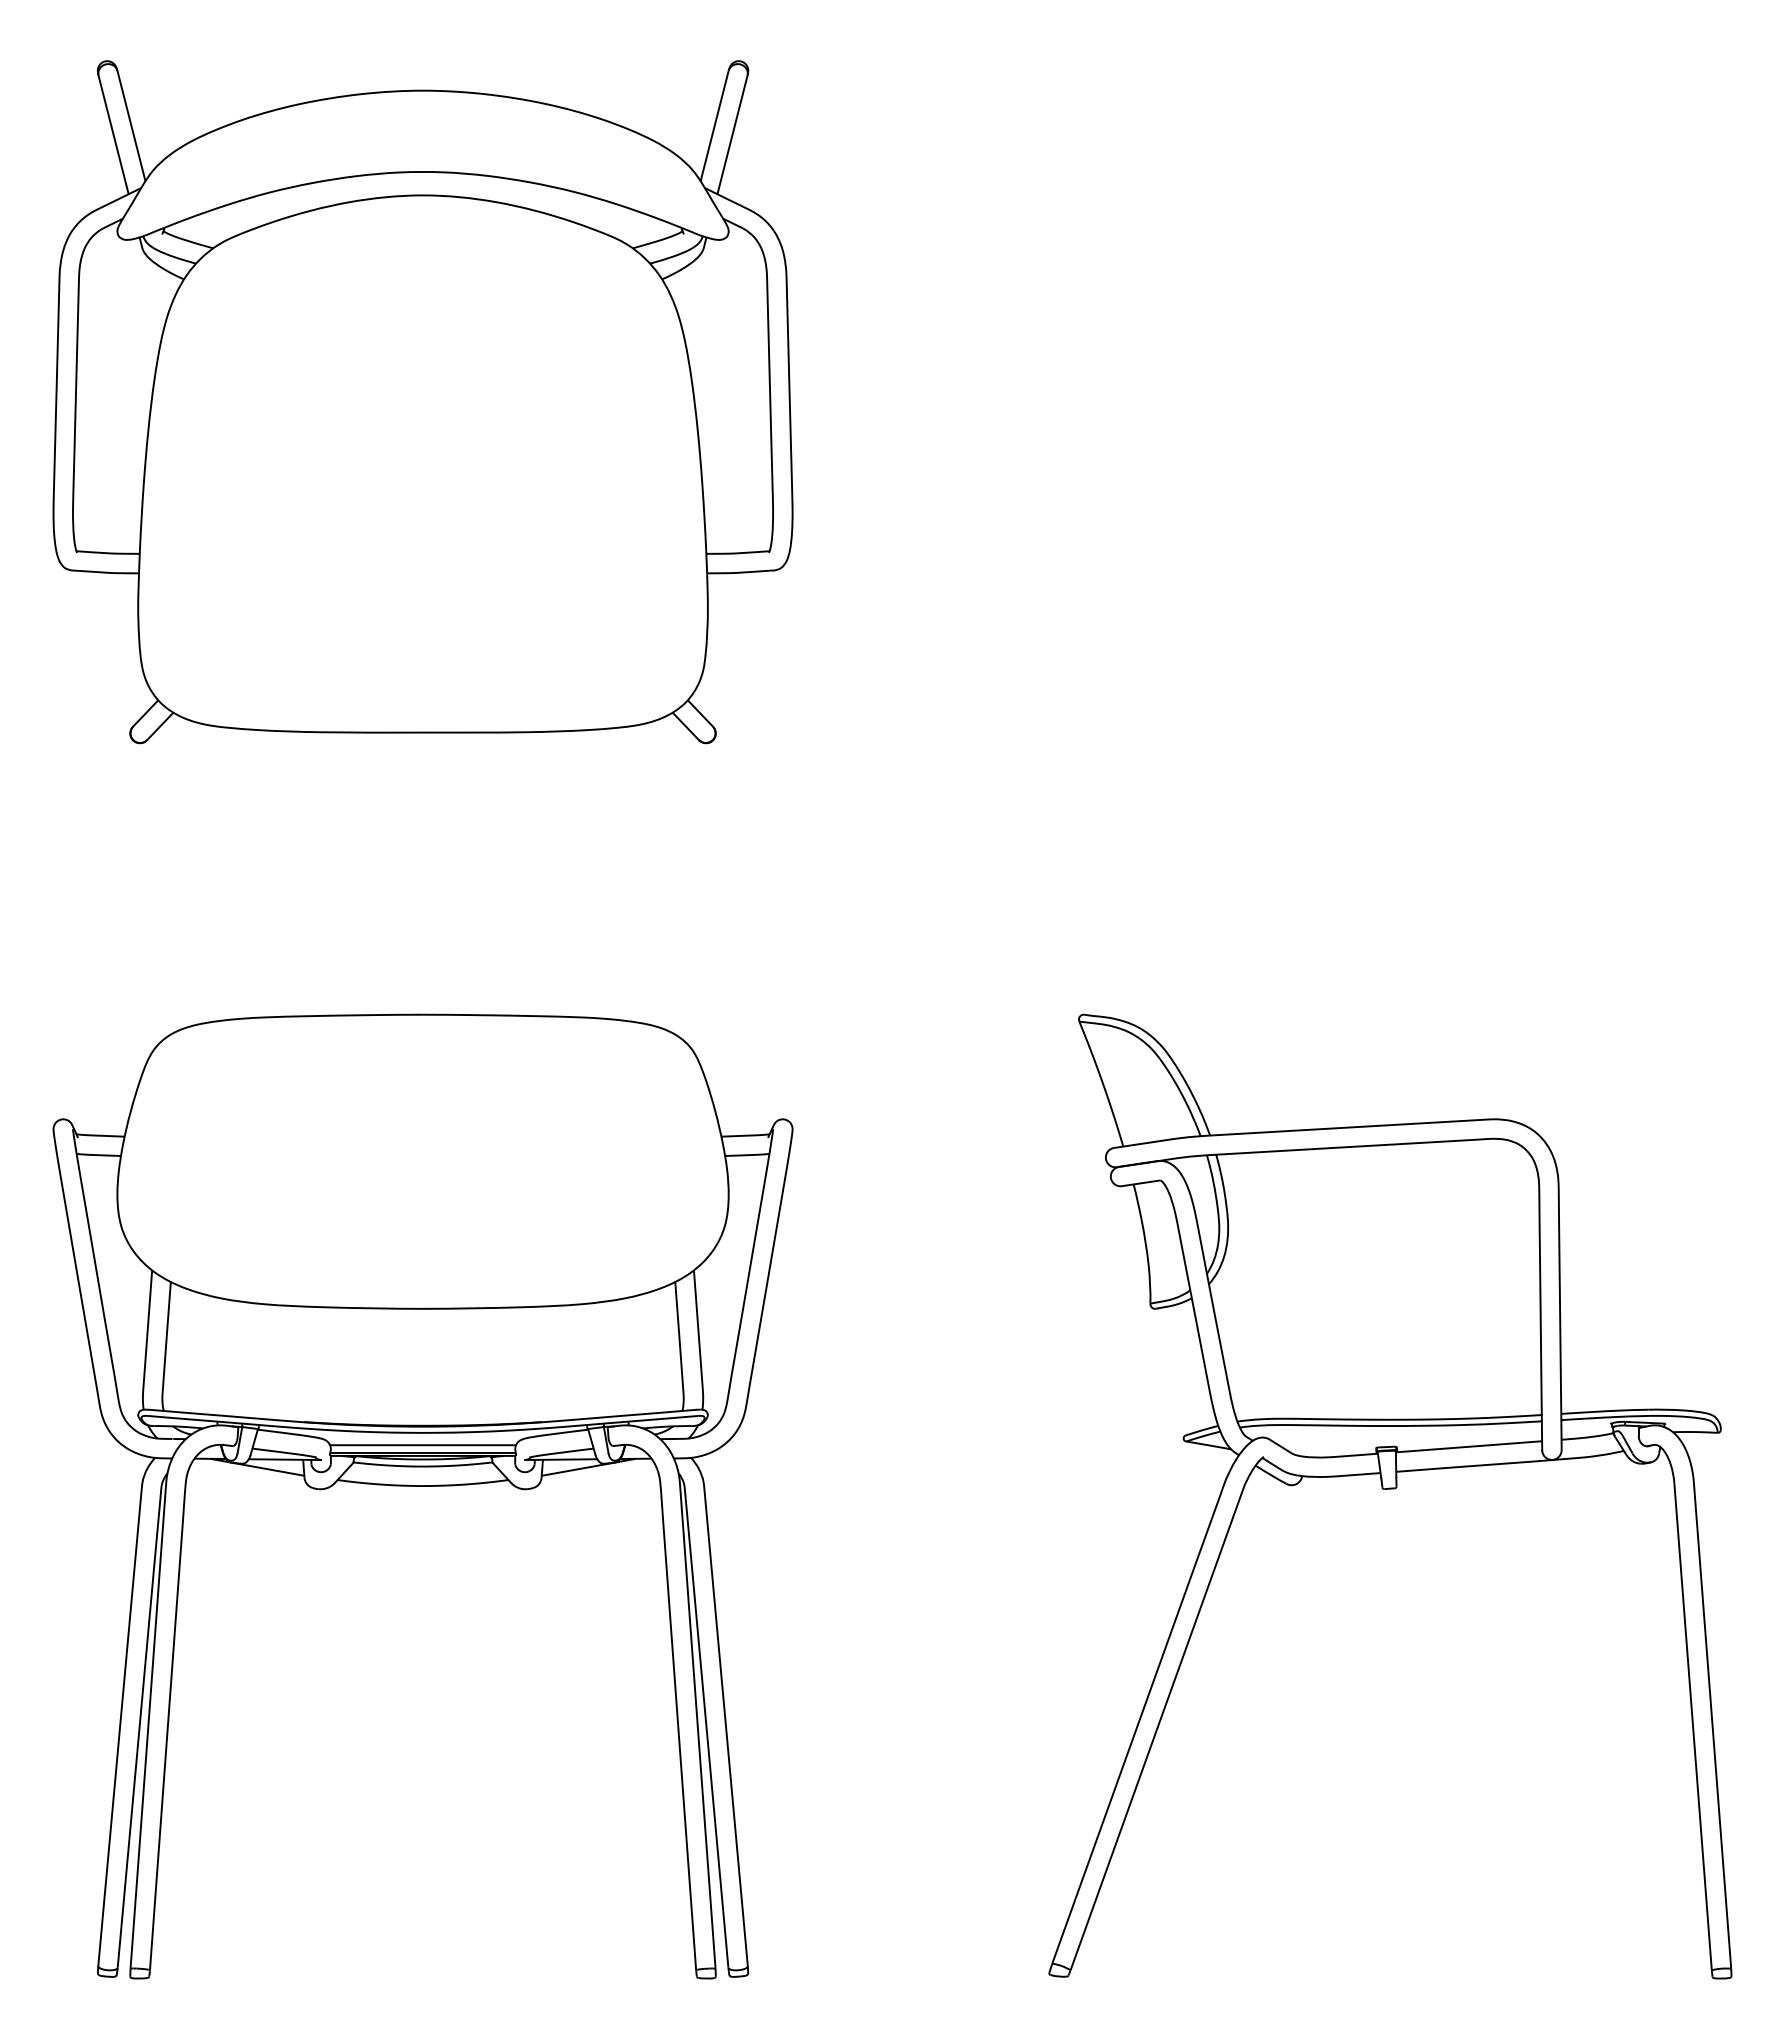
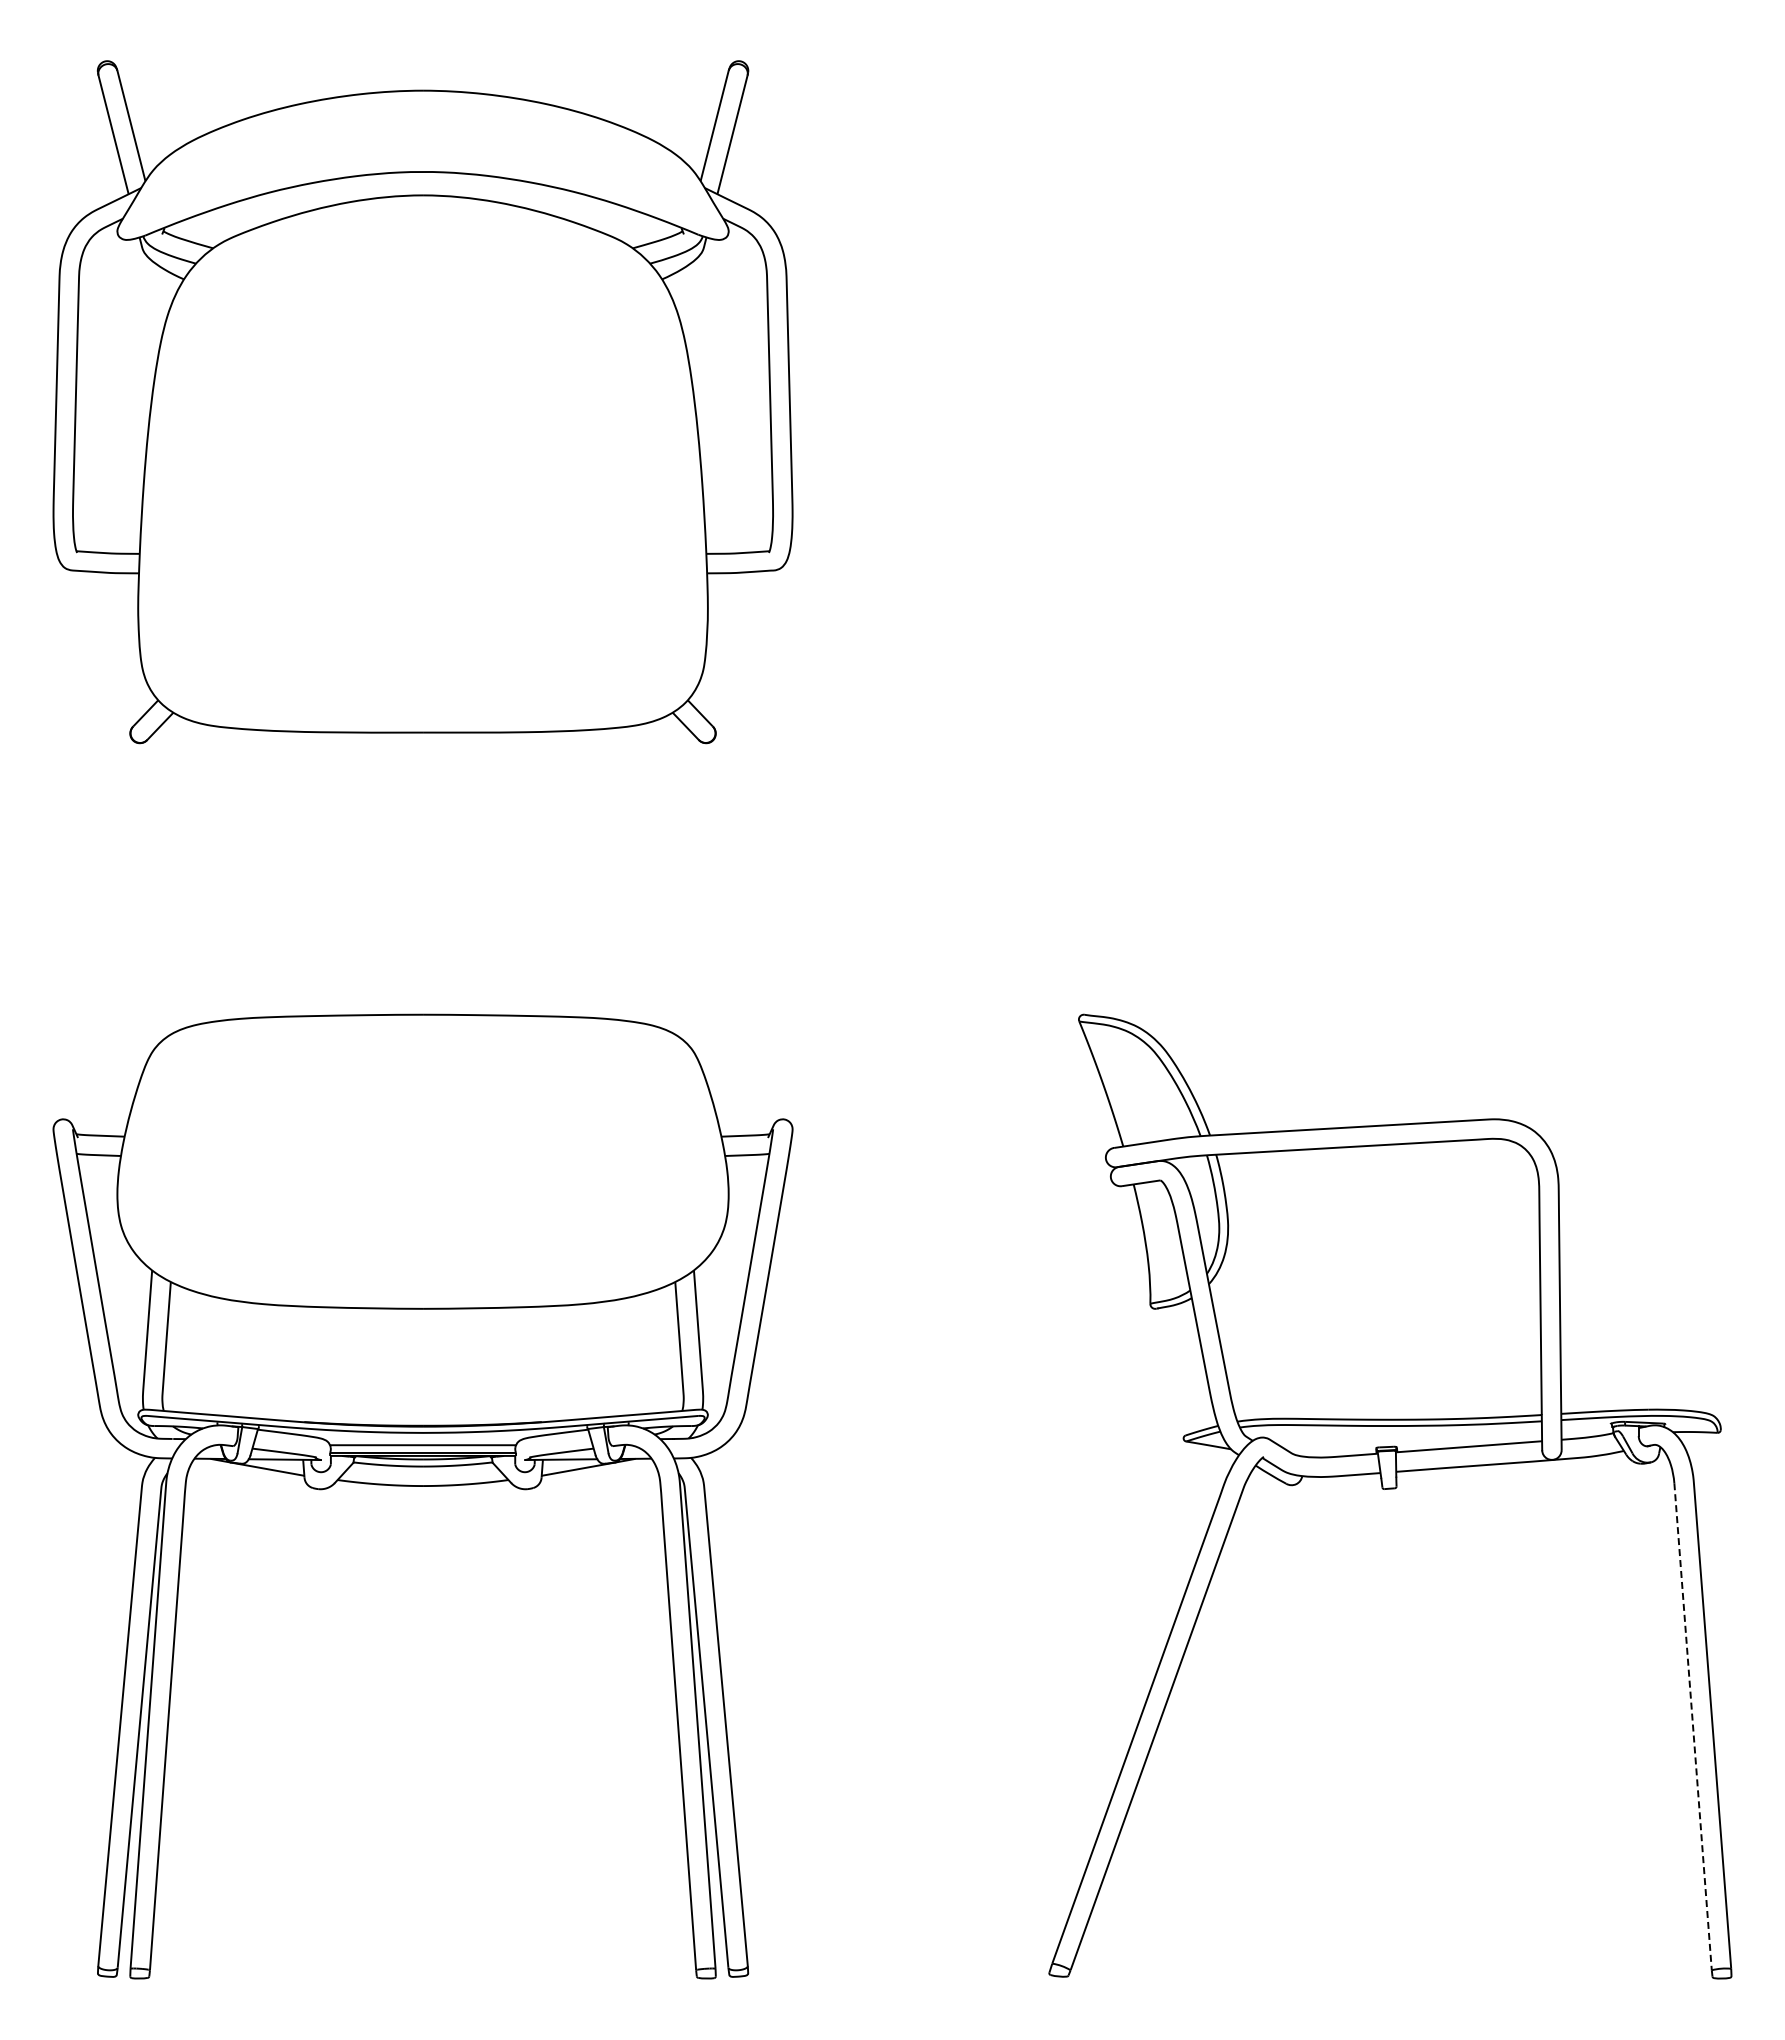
line at (1693, 1727): solid -> dashed
